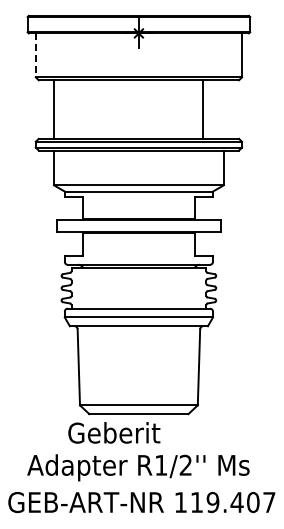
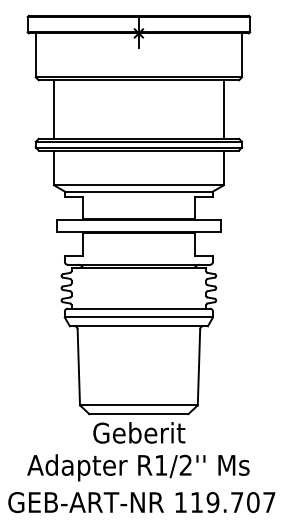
line at (35, 55): dashed -> solid
line at (202, 109) position: (202, 109) -> (223, 109)
text at (114, 432) position: (114, 432) -> (139, 432)
text at (236, 502): 119.407 -> 119.707
